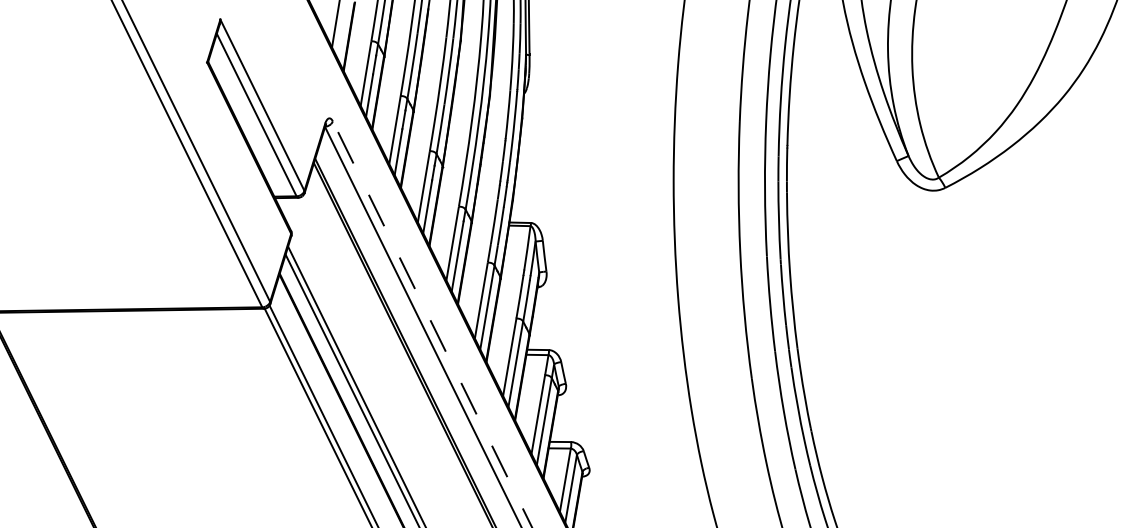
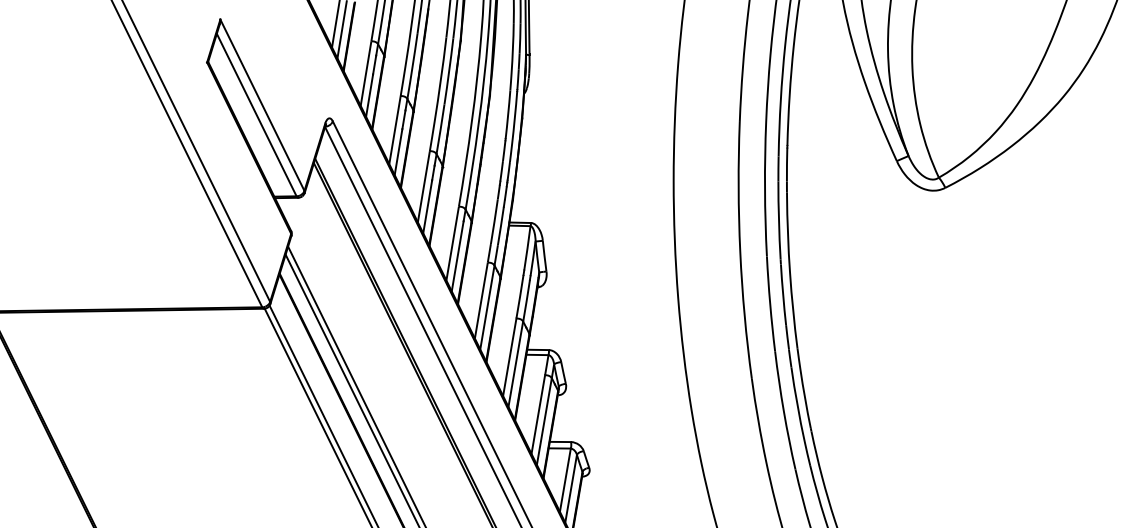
line at (341, 30): none -> present
line at (432, 324): dashed -> solid
